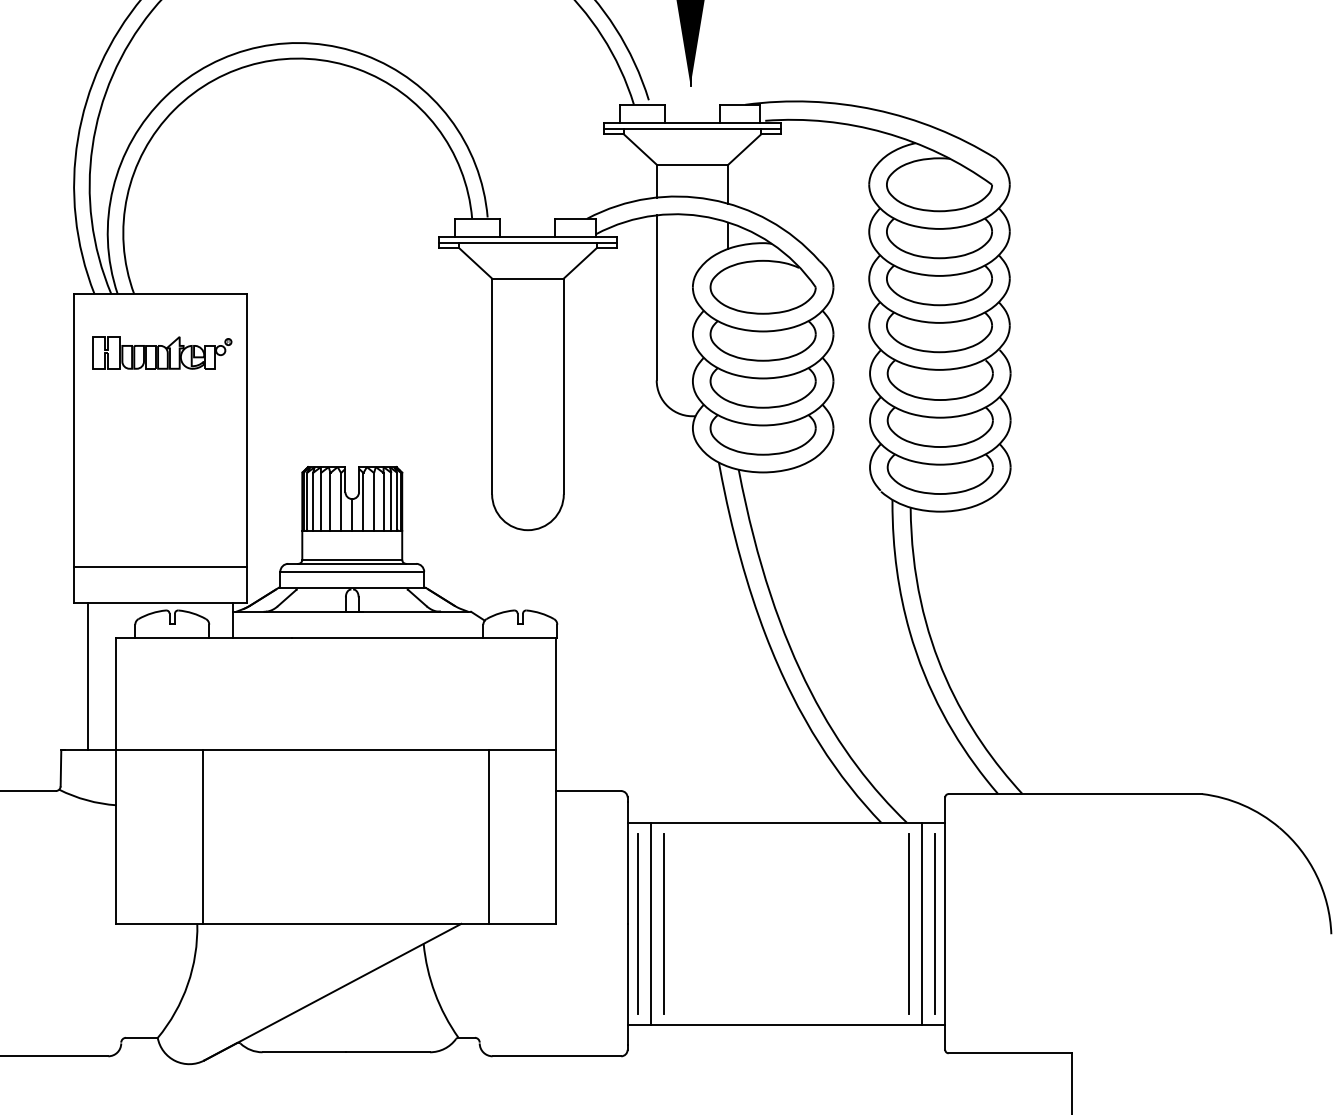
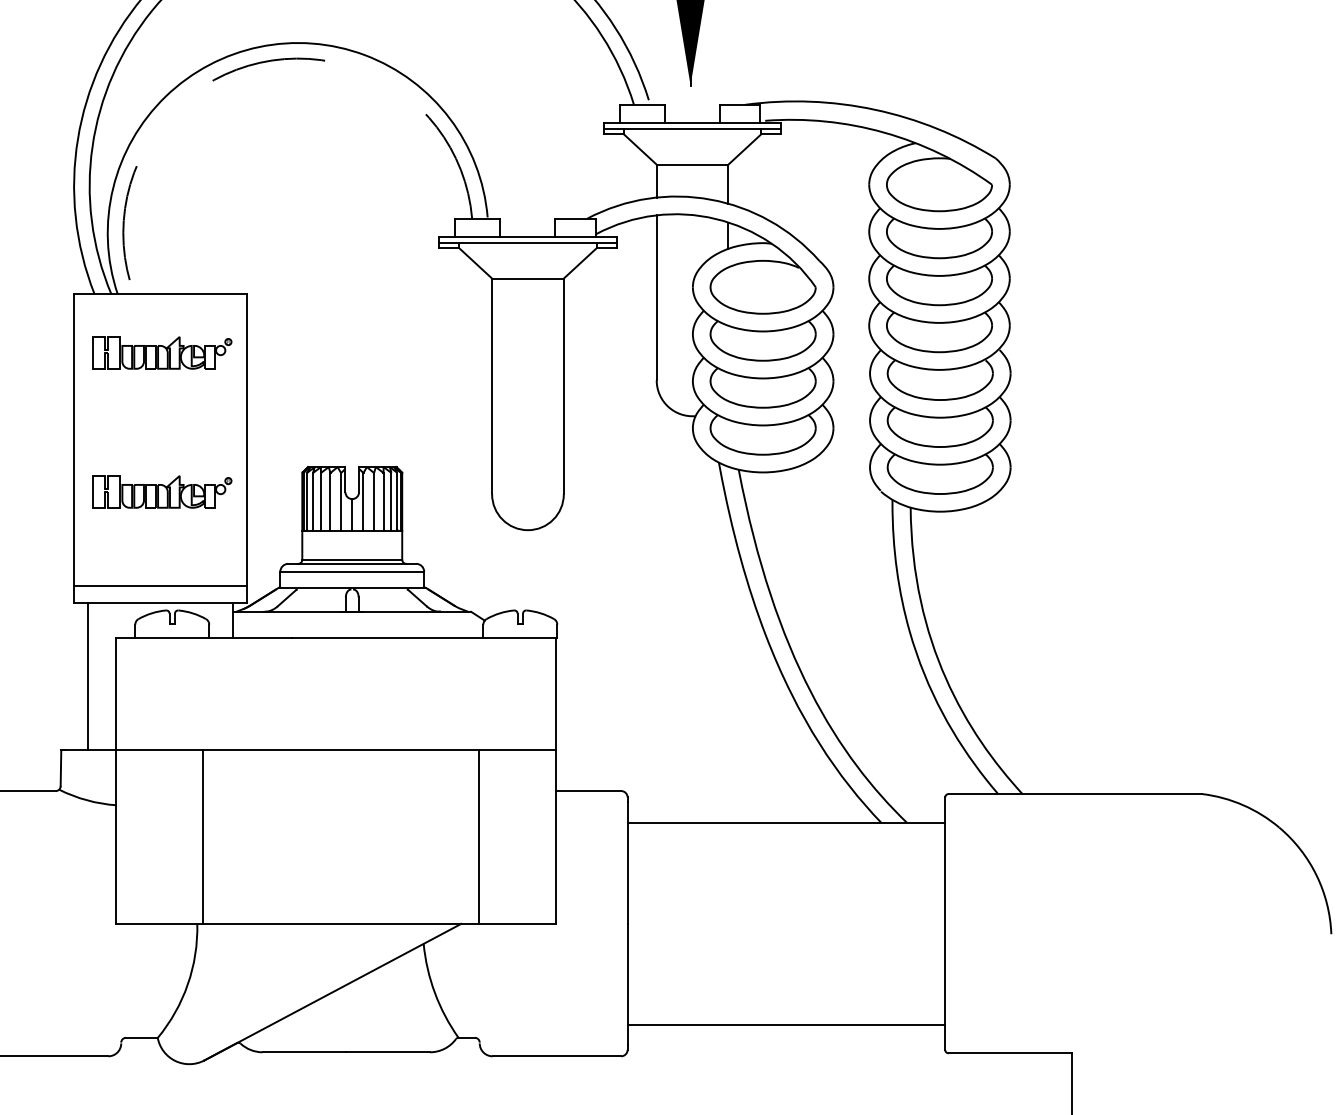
arc at (259, 62): solid -> dashed
part at (162, 491): none -> present
line at (160, 567) position: (160, 567) -> (160, 586)
line at (489, 836) position: (489, 836) -> (479, 836)
line at (637, 923): present -> none
line at (650, 923): present -> none
line at (663, 923): present -> none
line at (908, 923): present -> none
line at (922, 923): present -> none
line at (935, 923): present -> none
